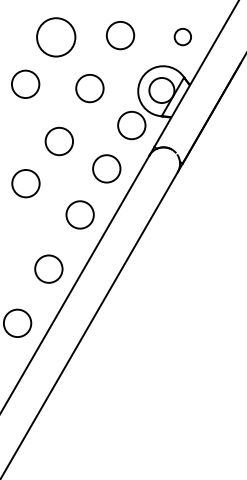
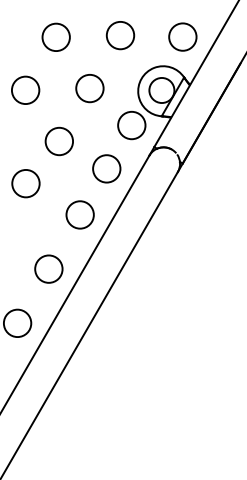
circle at (56, 37) diameter: 38 px -> 27 px
circle at (182, 37) size: 19x19 px -> 30x30 px
circle at (25, 83) position: (25, 83) -> (25, 89)
